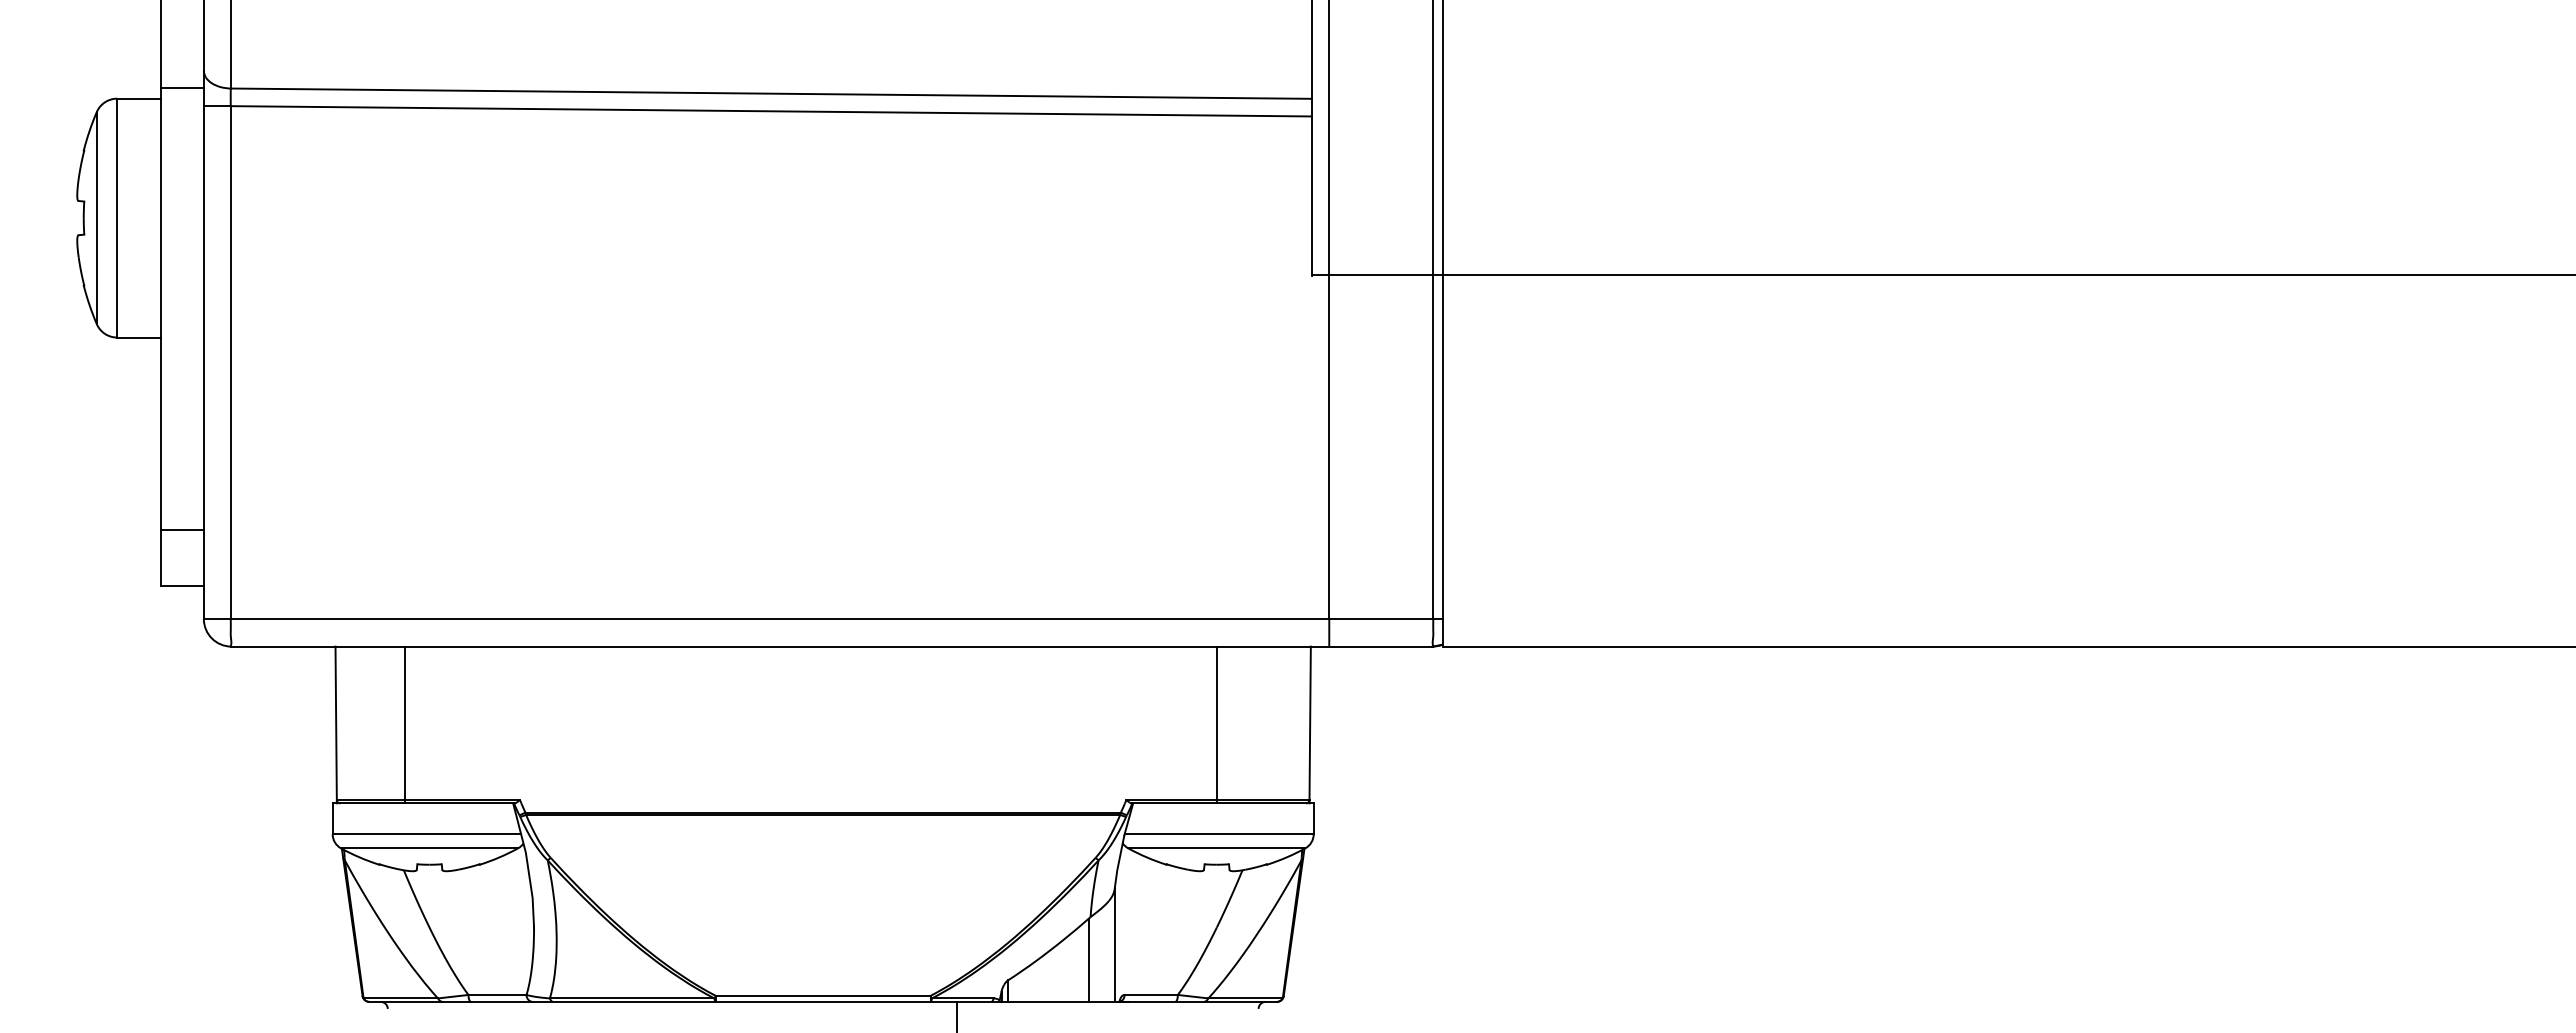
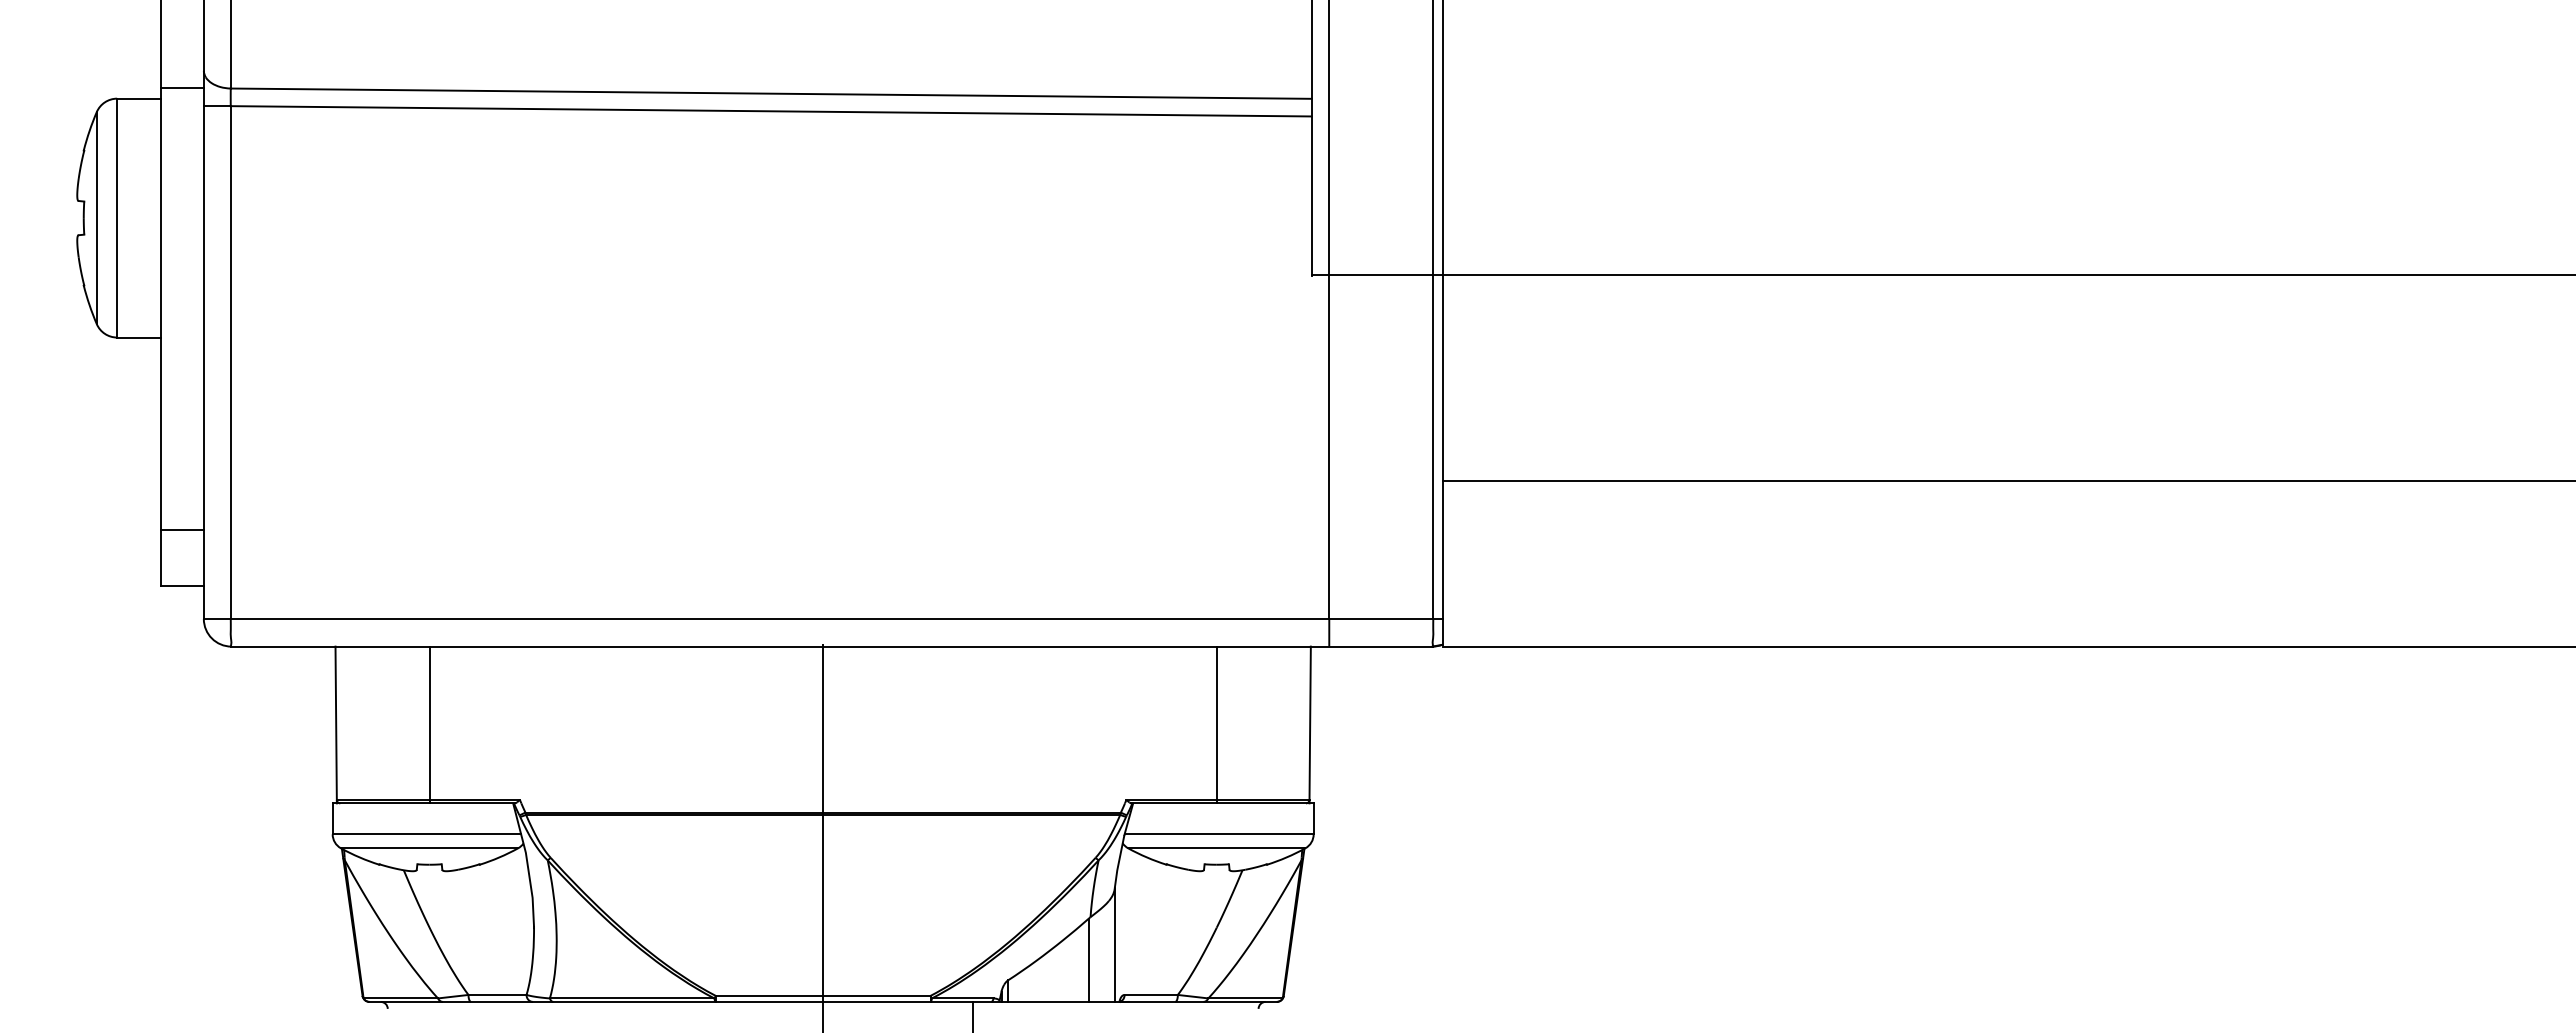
line at (2007, 480): none -> present
line at (404, 724) position: (404, 724) -> (429, 724)
line at (823, 836): none -> present
line at (956, 1015) position: (956, 1015) -> (972, 1015)
